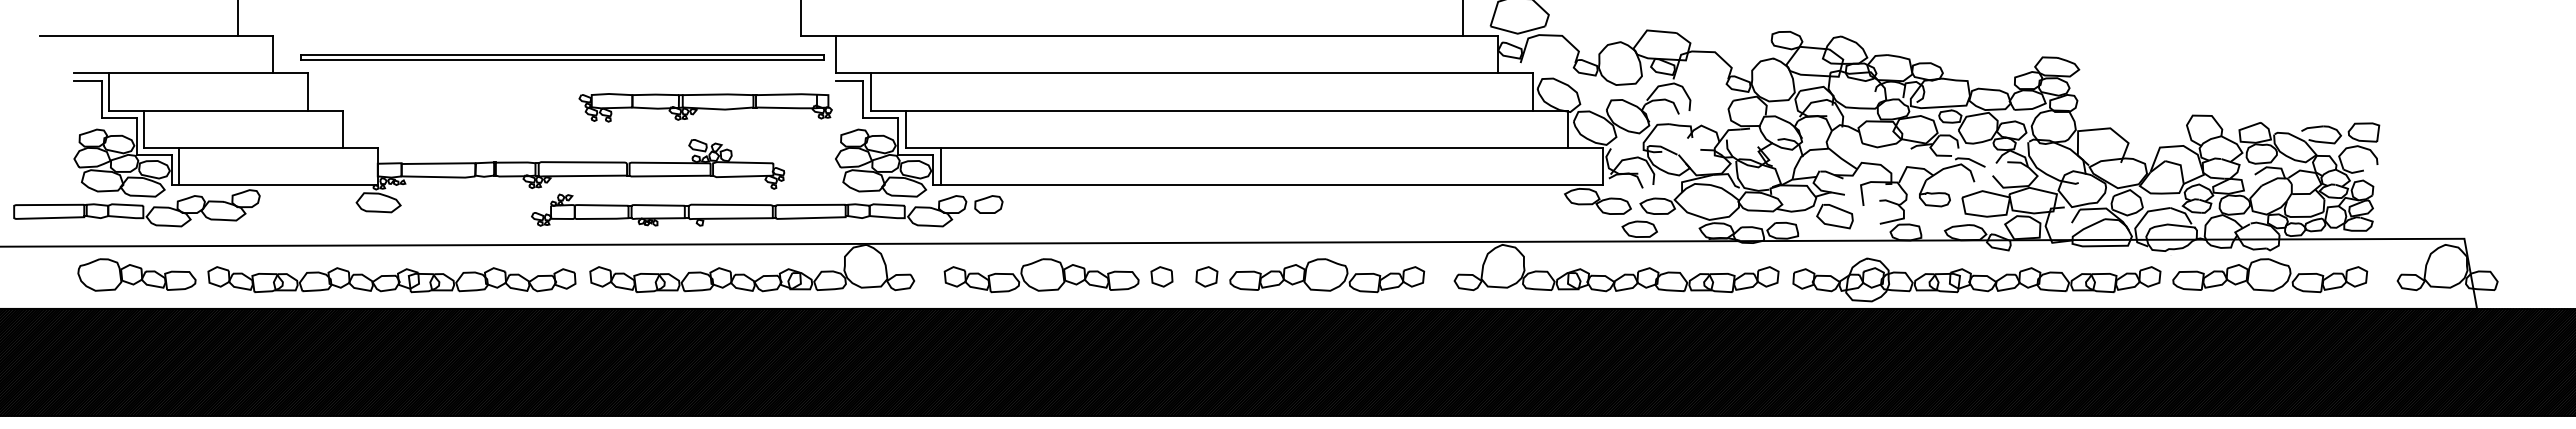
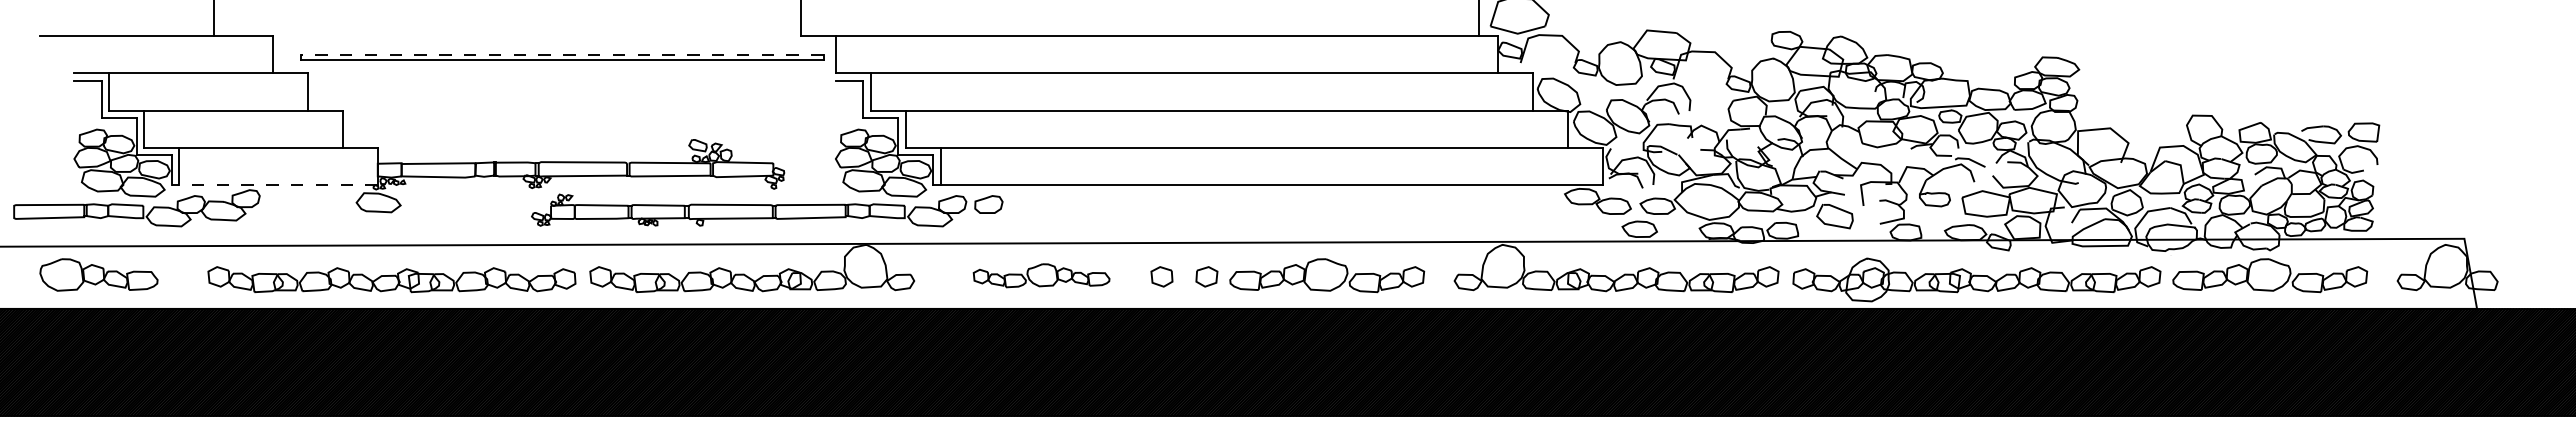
line at (238, 19) position: (238, 19) -> (214, 19)
line at (1463, 19) position: (1463, 19) -> (1479, 19)
line at (561, 54): solid -> dashed
part at (705, 107): present -> none
line at (274, 185): solid -> dashed
part at (136, 274) position: (136, 274) -> (98, 274)
part at (1041, 275) size: 197x36 px -> 139x26 px
